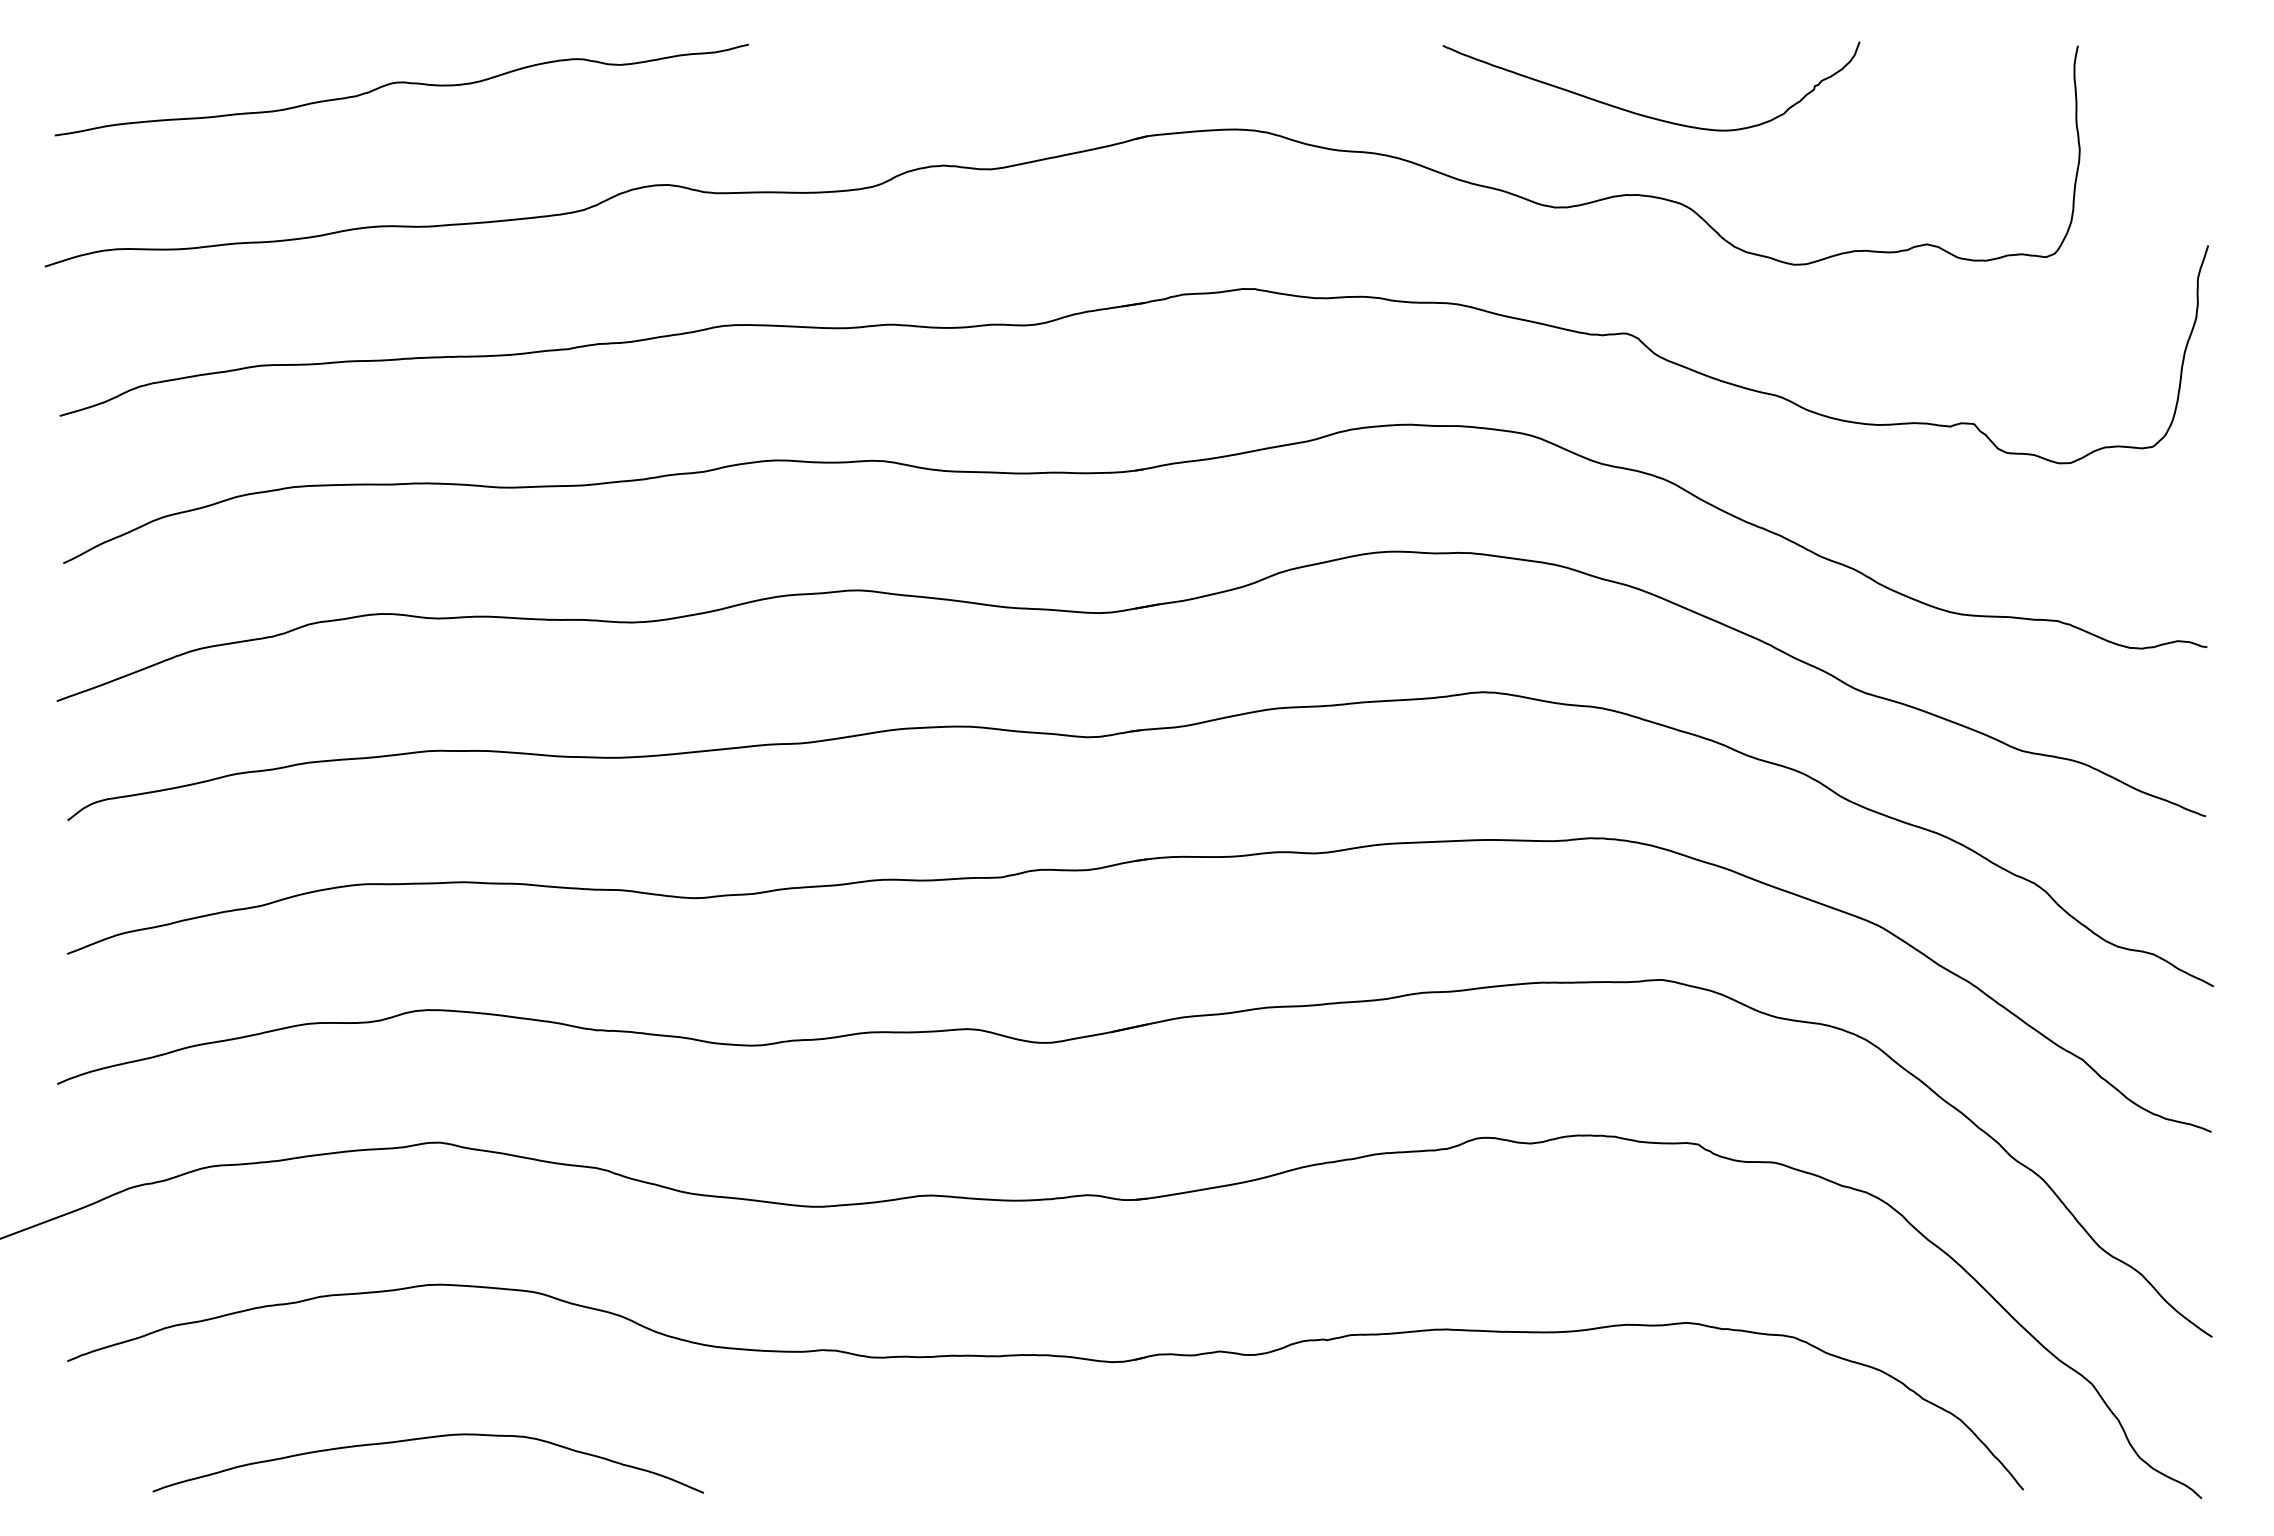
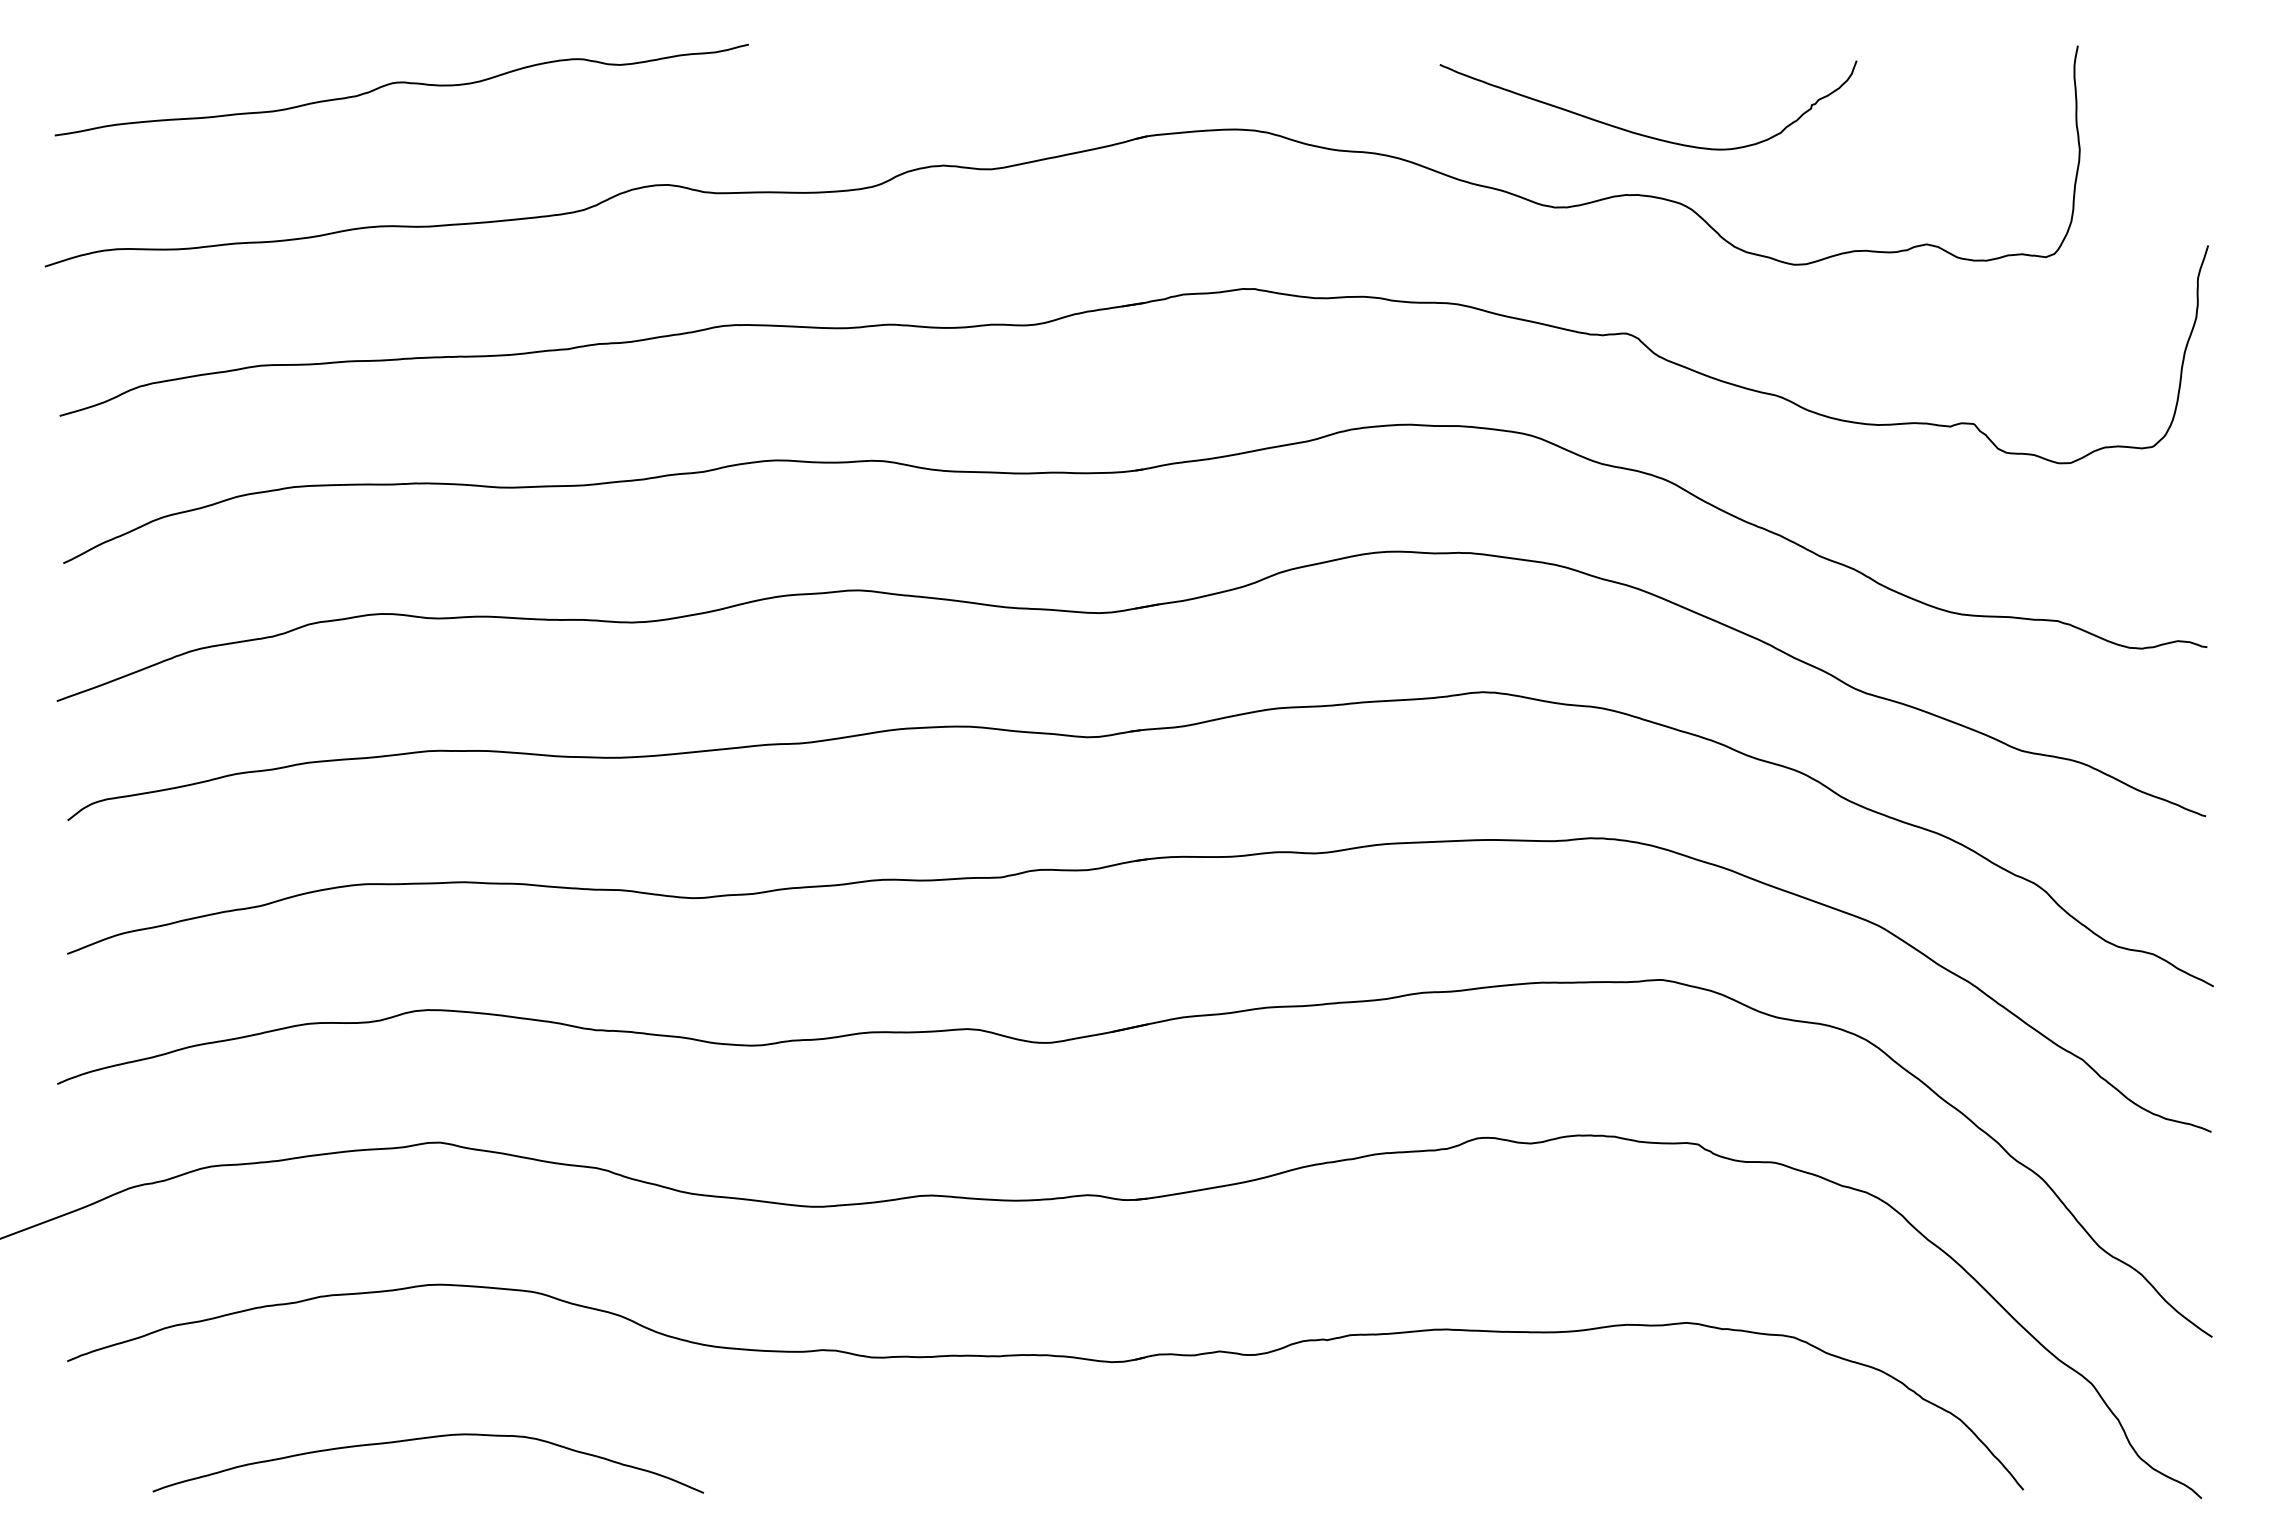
curve at (1643, 114) position: (1643, 114) -> (1640, 133)
